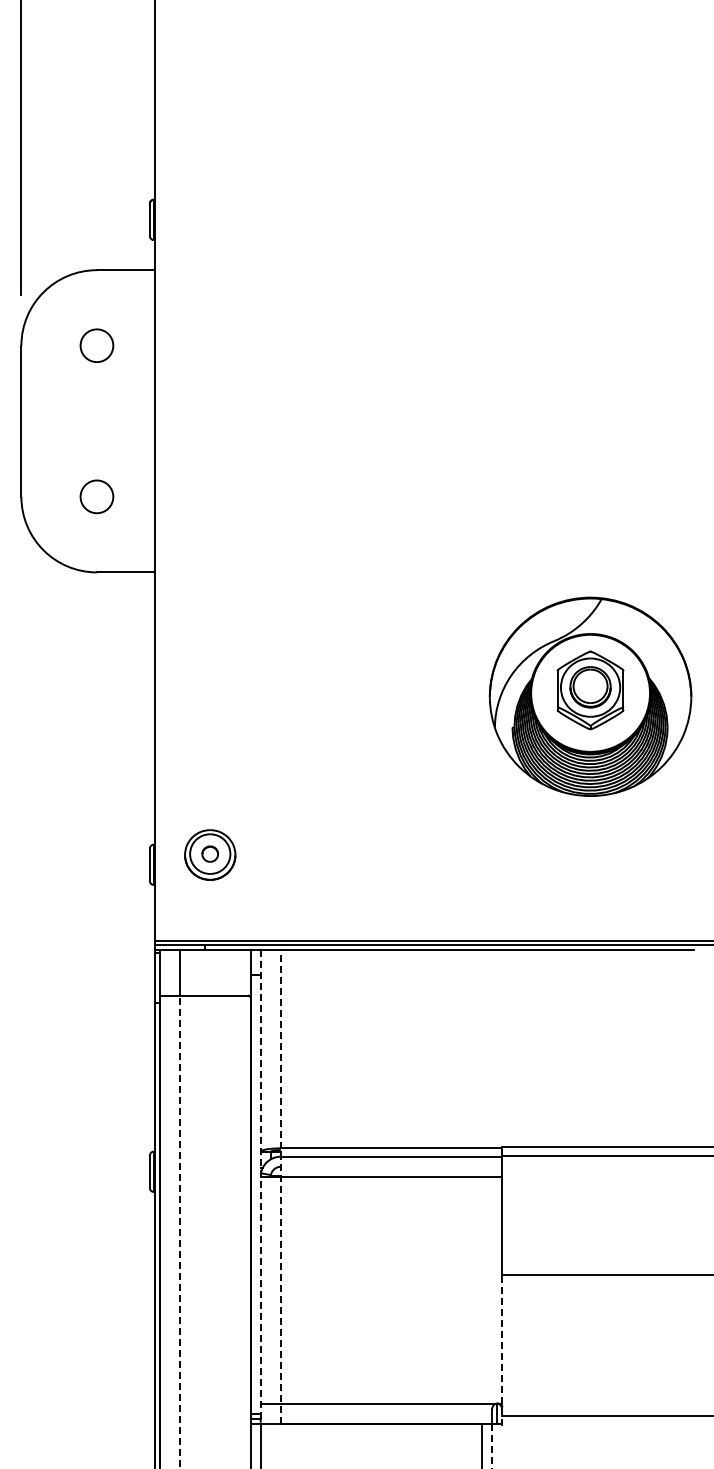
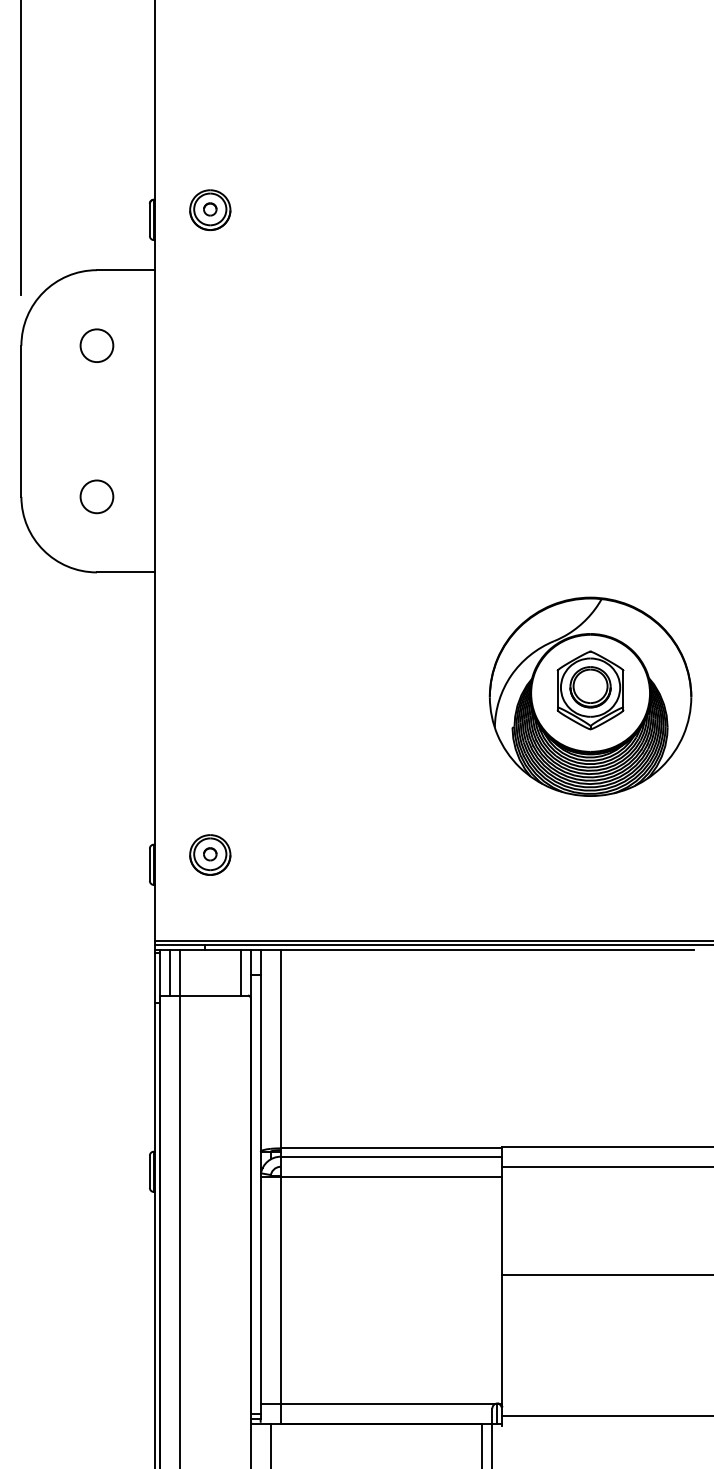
part at (210, 209): none -> present
part at (210, 854) size: 53x52 px -> 43x42 px
line at (170, 972): none -> present
line at (240, 972): none -> present
line at (606, 1155) position: (606, 1155) -> (606, 1166)
line at (260, 1184): dashed -> solid
line at (280, 1186): dashed -> solid
line at (180, 1231): dashed -> solid
line at (502, 1350): dashed -> solid
line at (260, 1444) position: (260, 1444) -> (270, 1444)
line at (492, 1446): dashed -> solid
